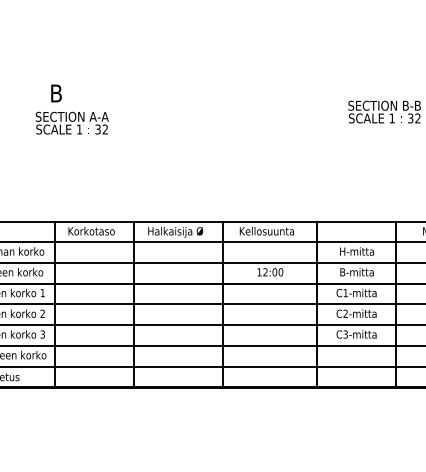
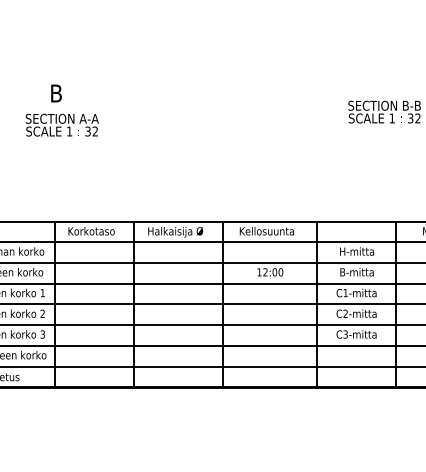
text at (71, 122) position: (71, 122) -> (61, 124)
